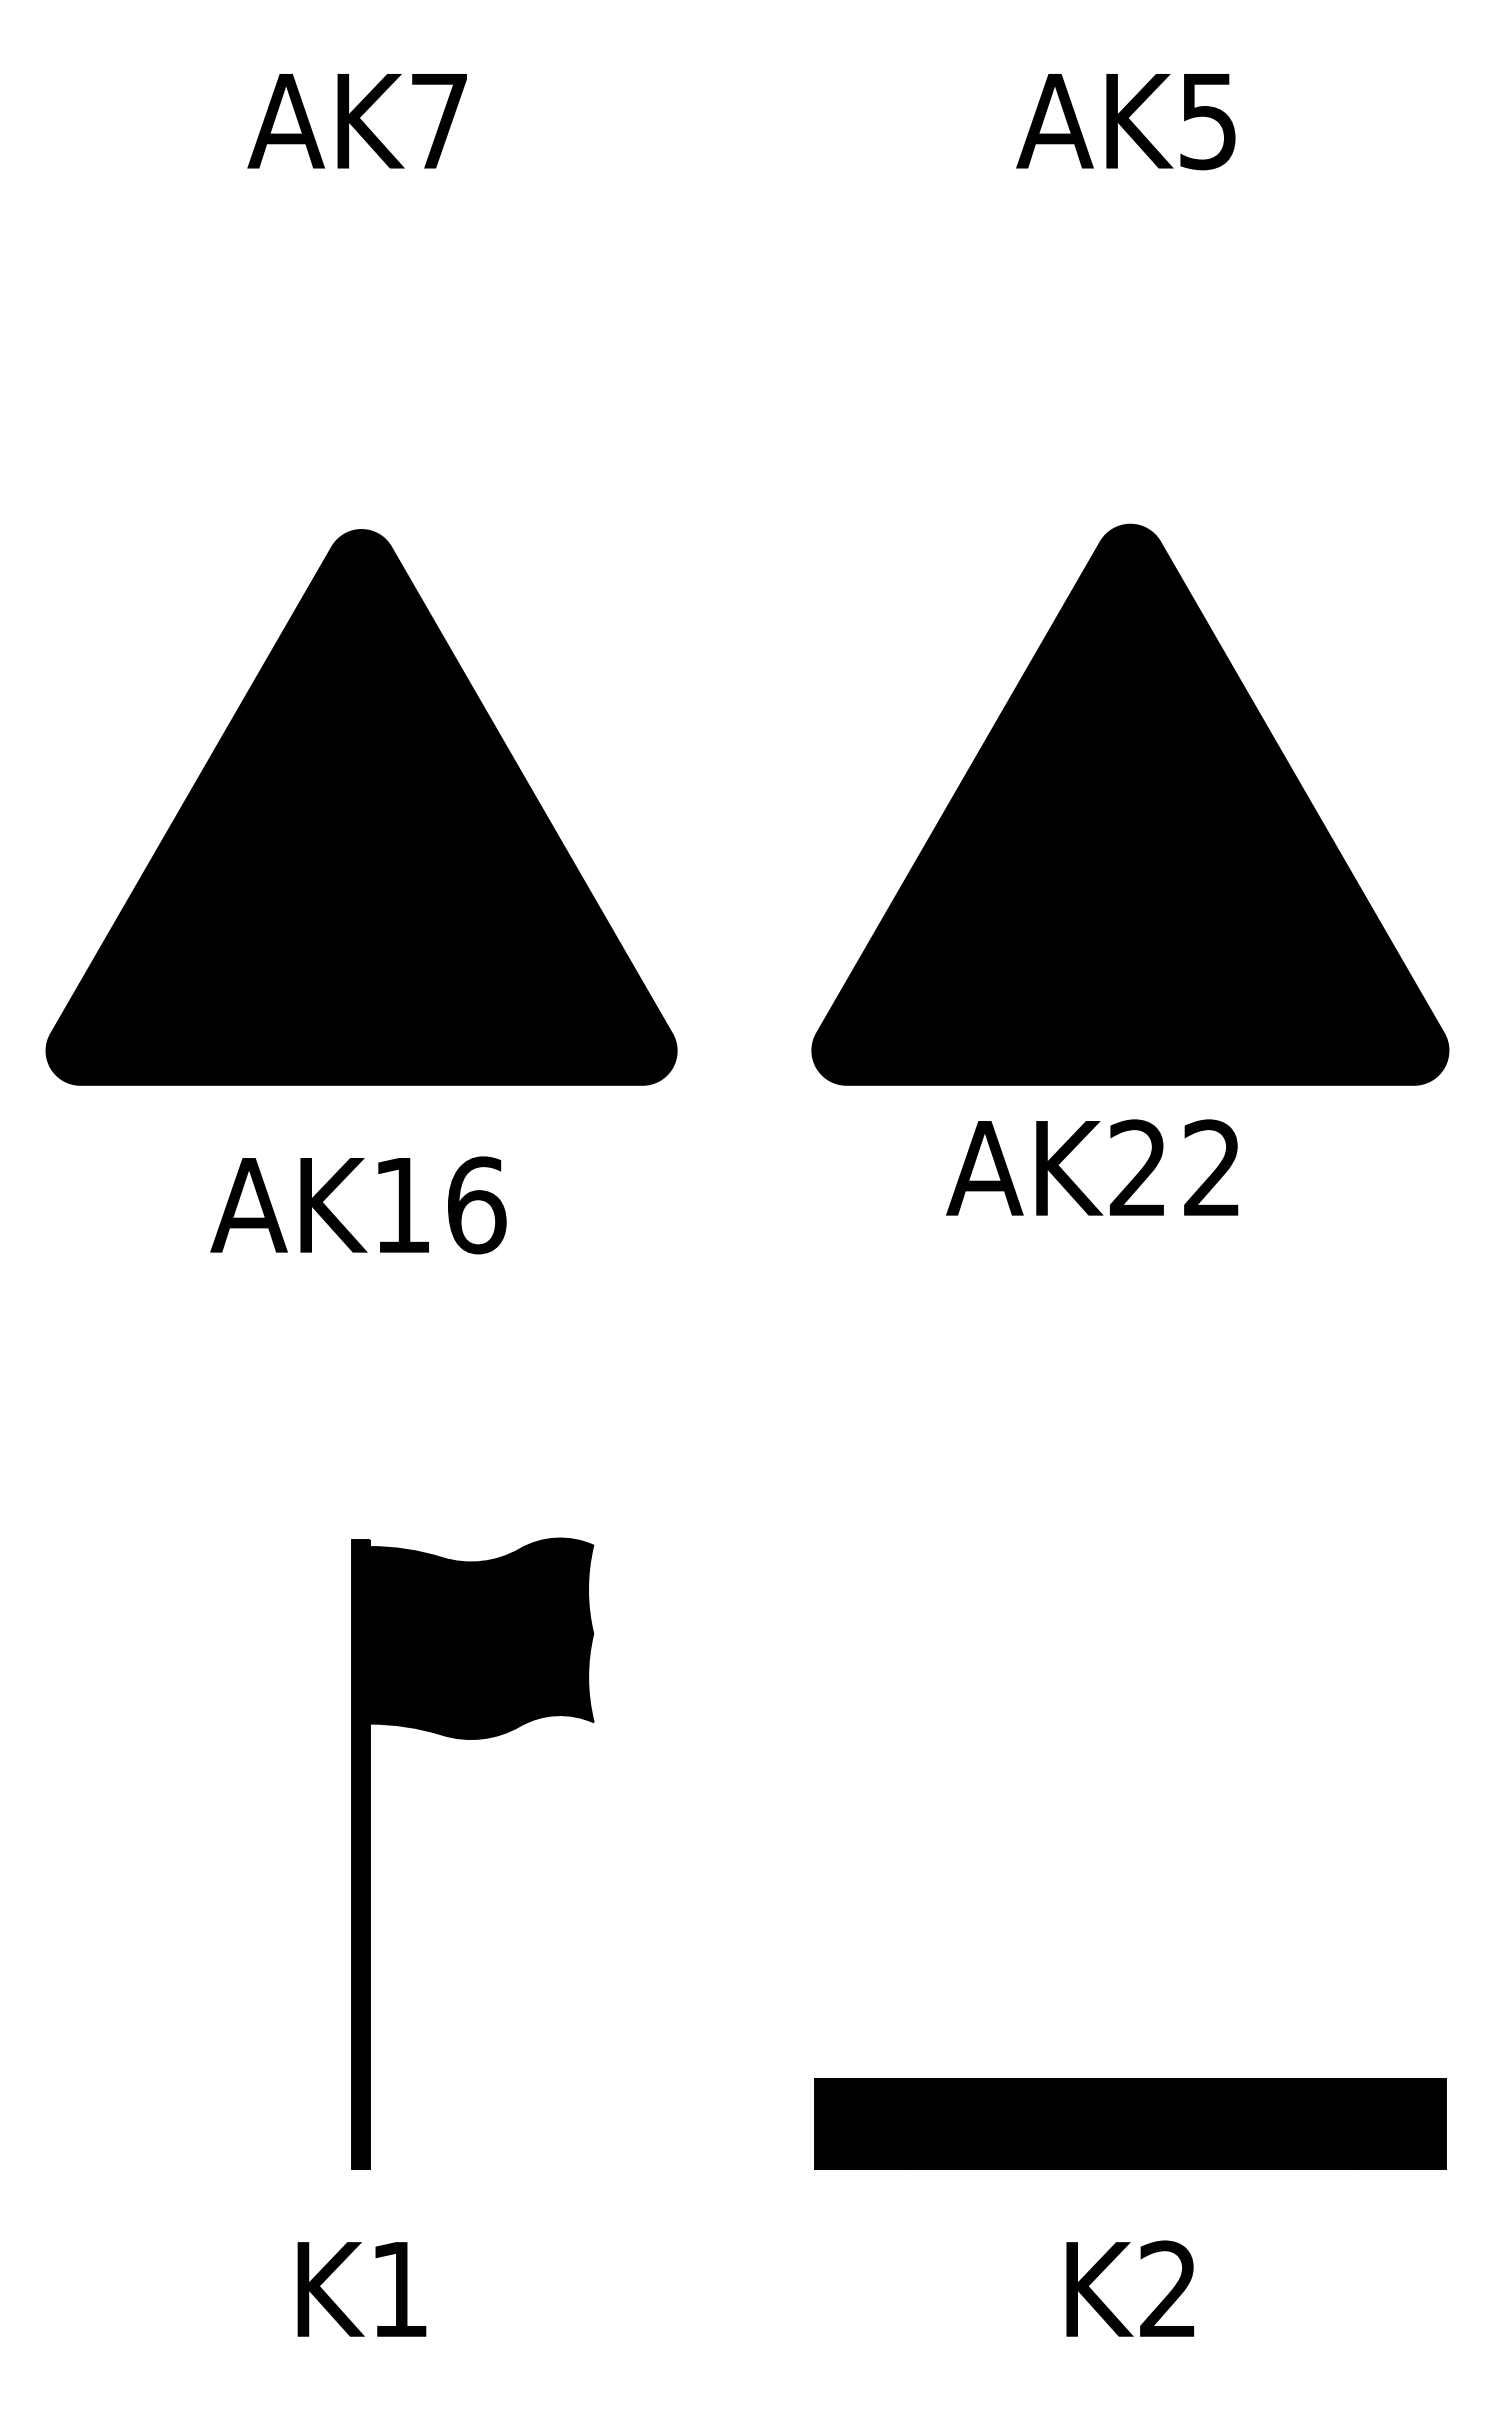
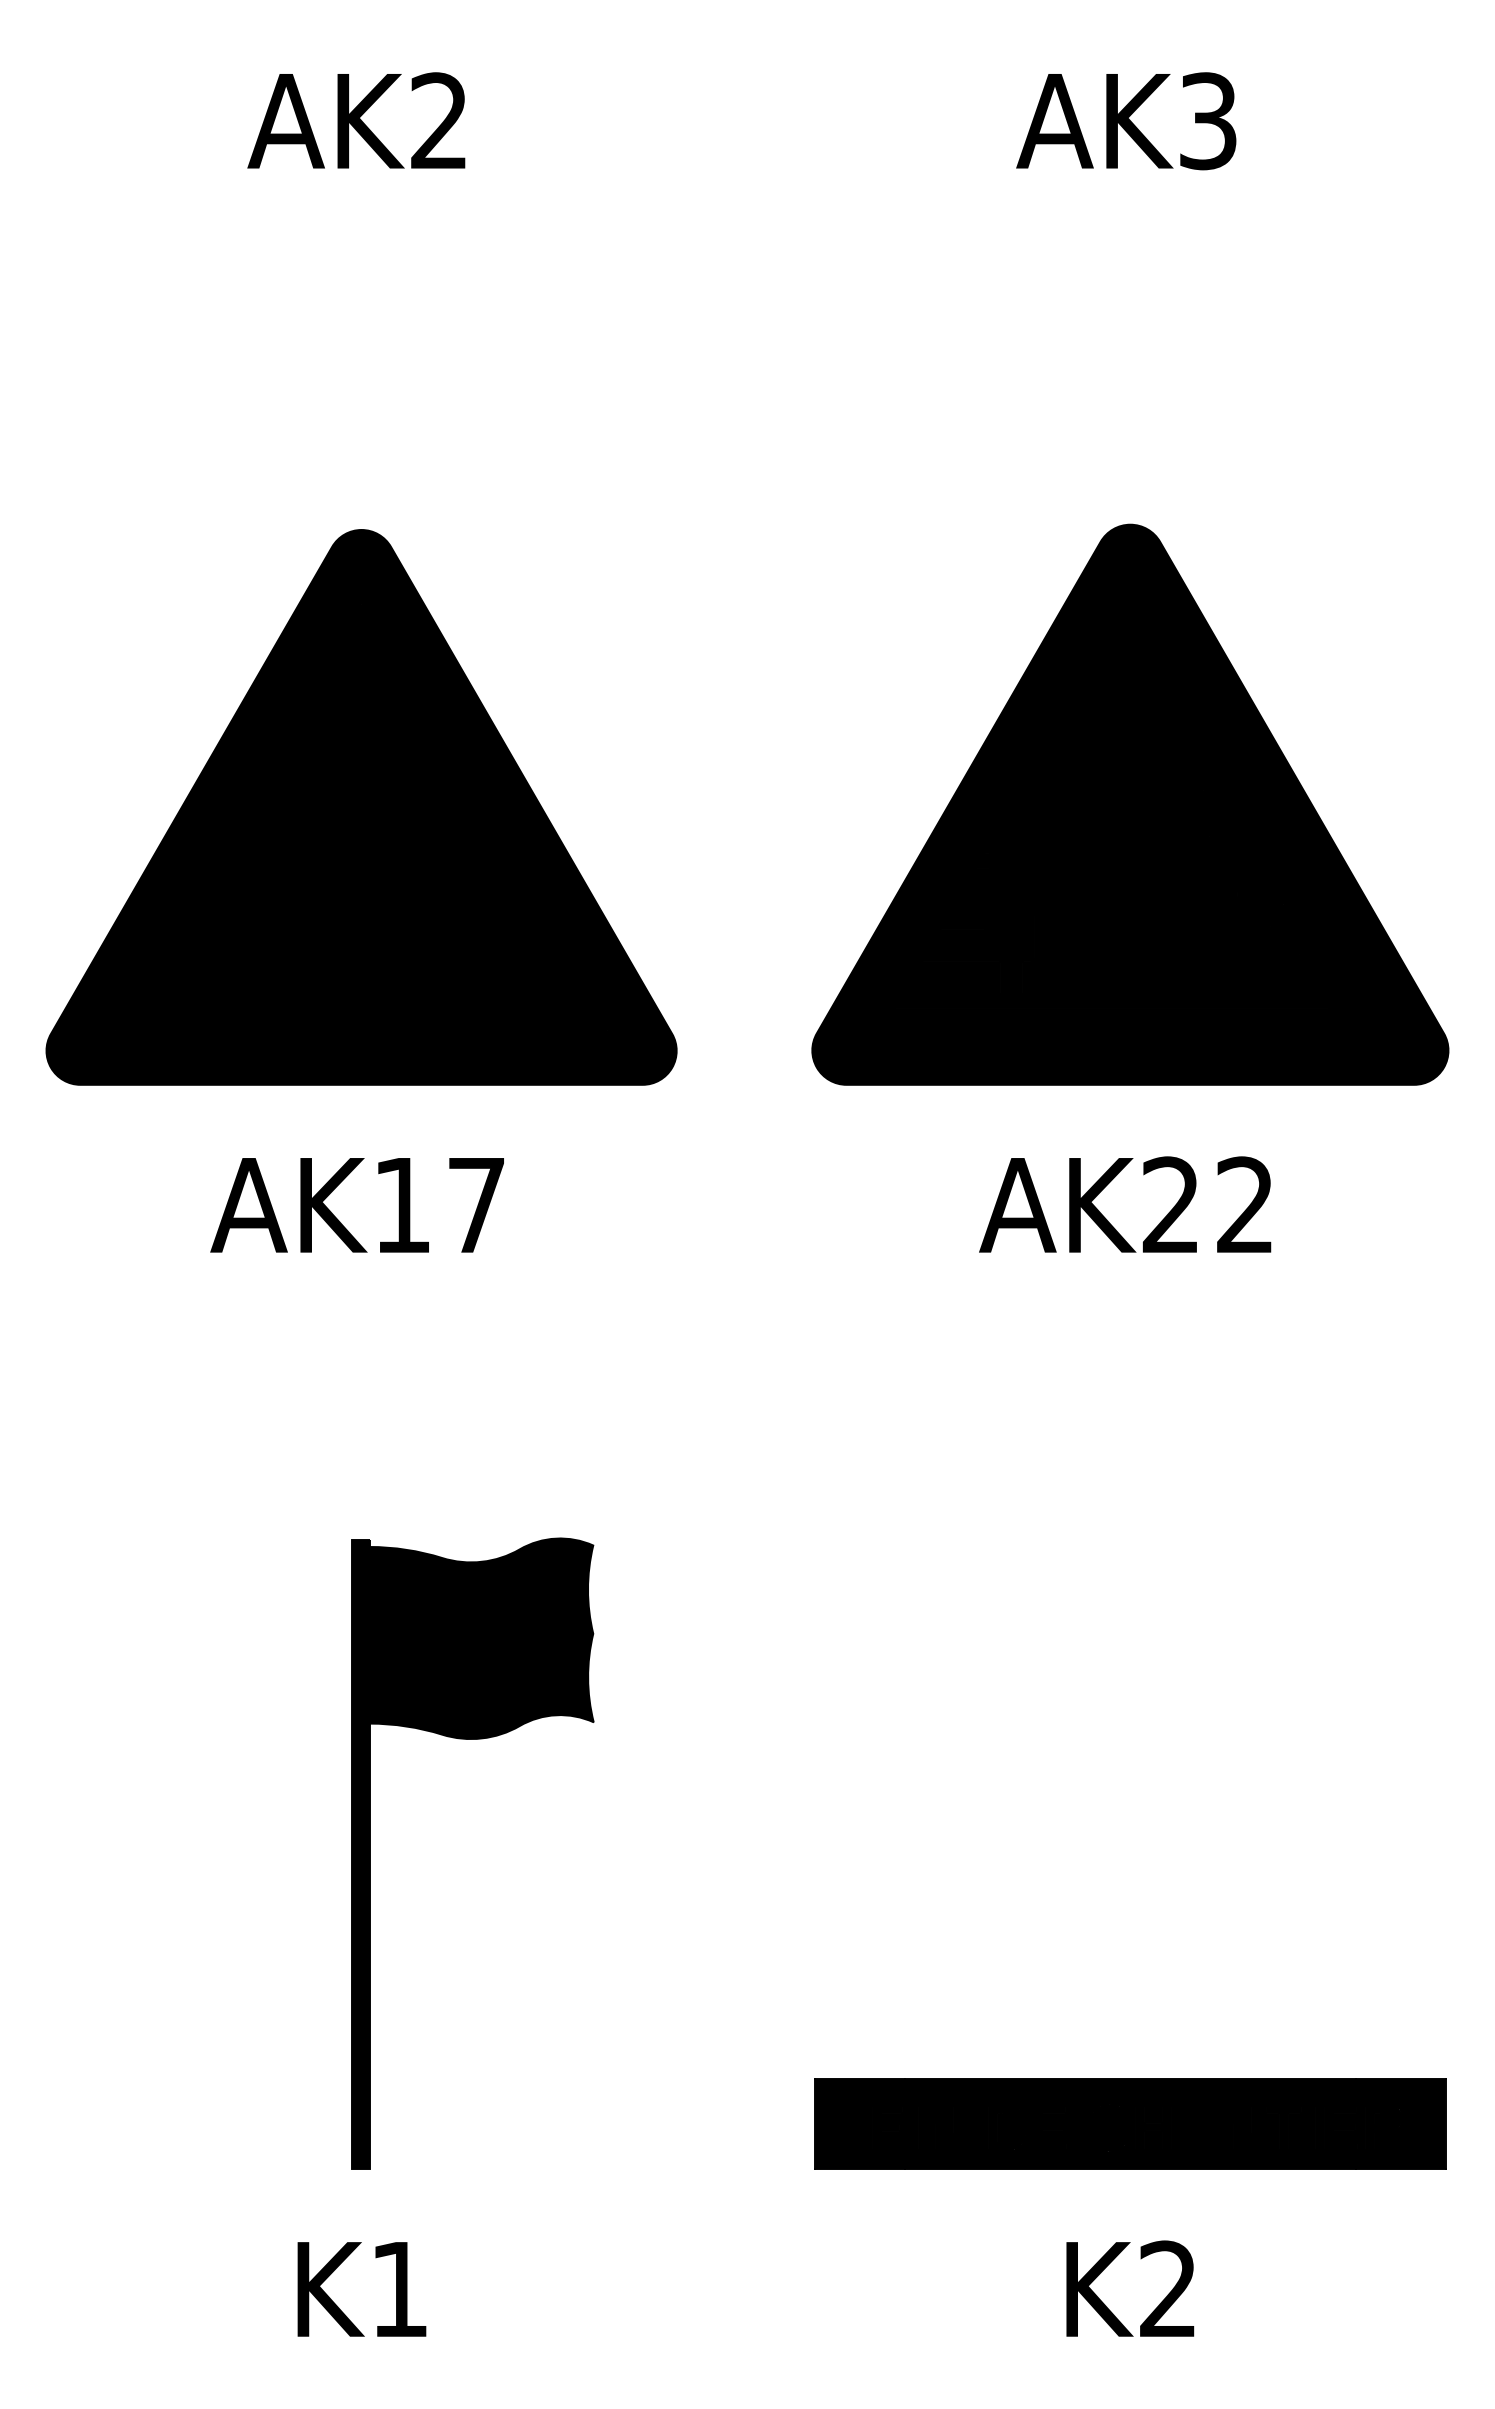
text at (438, 120): AK7 -> AK2
text at (1208, 120): AK5 -> AK3
text at (1092, 1167) position: (1092, 1167) -> (1125, 1204)
text at (477, 1205): AK16 -> AK17
